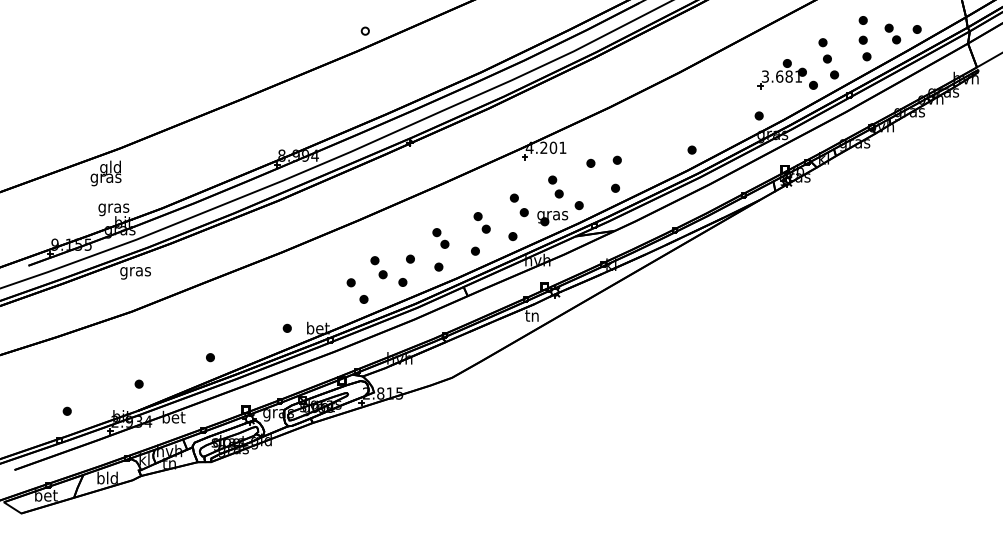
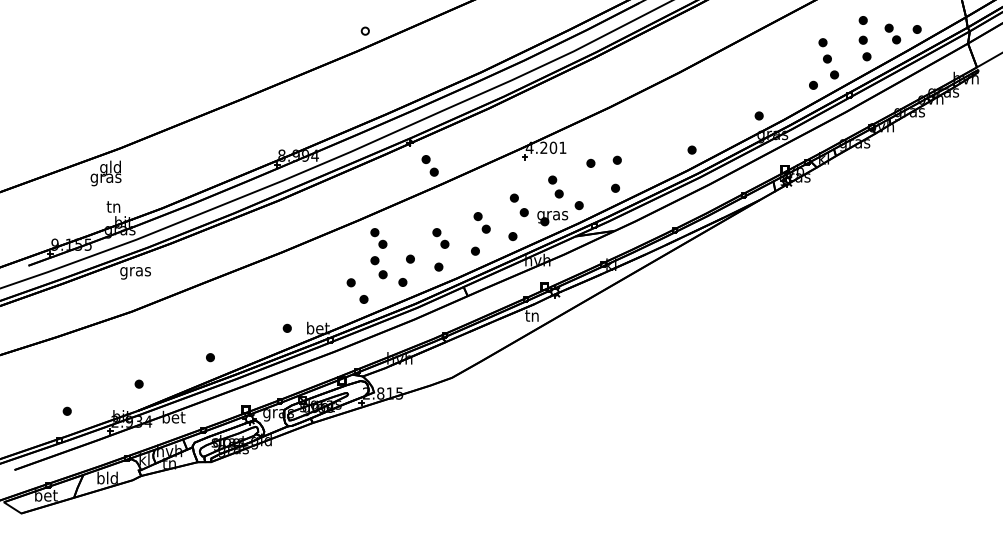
part at (781, 74): present -> none
part at (429, 165): none -> present
text at (113, 208): gras -> tn
part at (378, 238): none -> present
